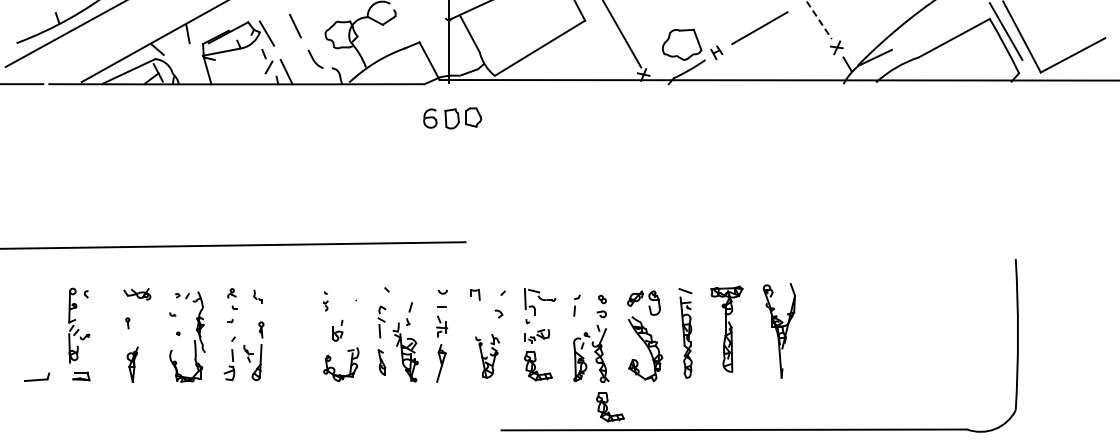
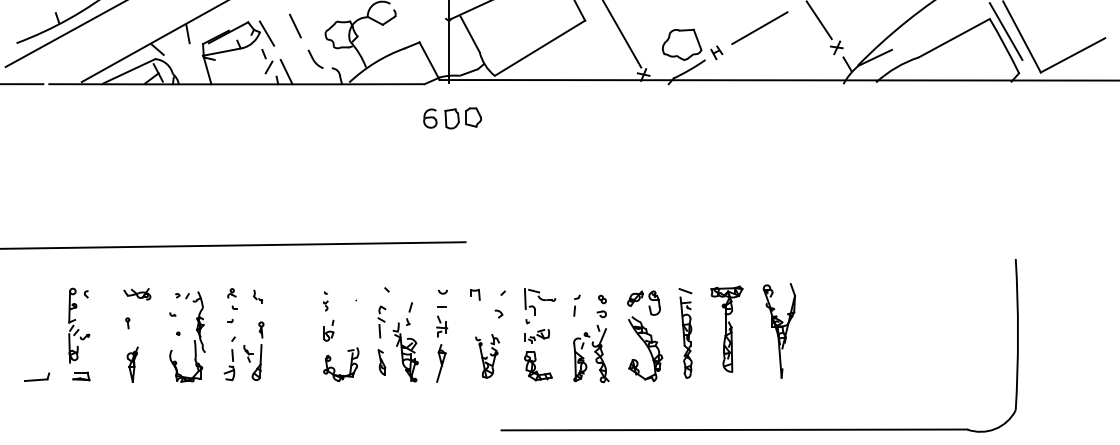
line at (819, 20): dashed -> solid
part at (337, 330) position: (337, 330) -> (328, 330)
part at (610, 407): present -> none
